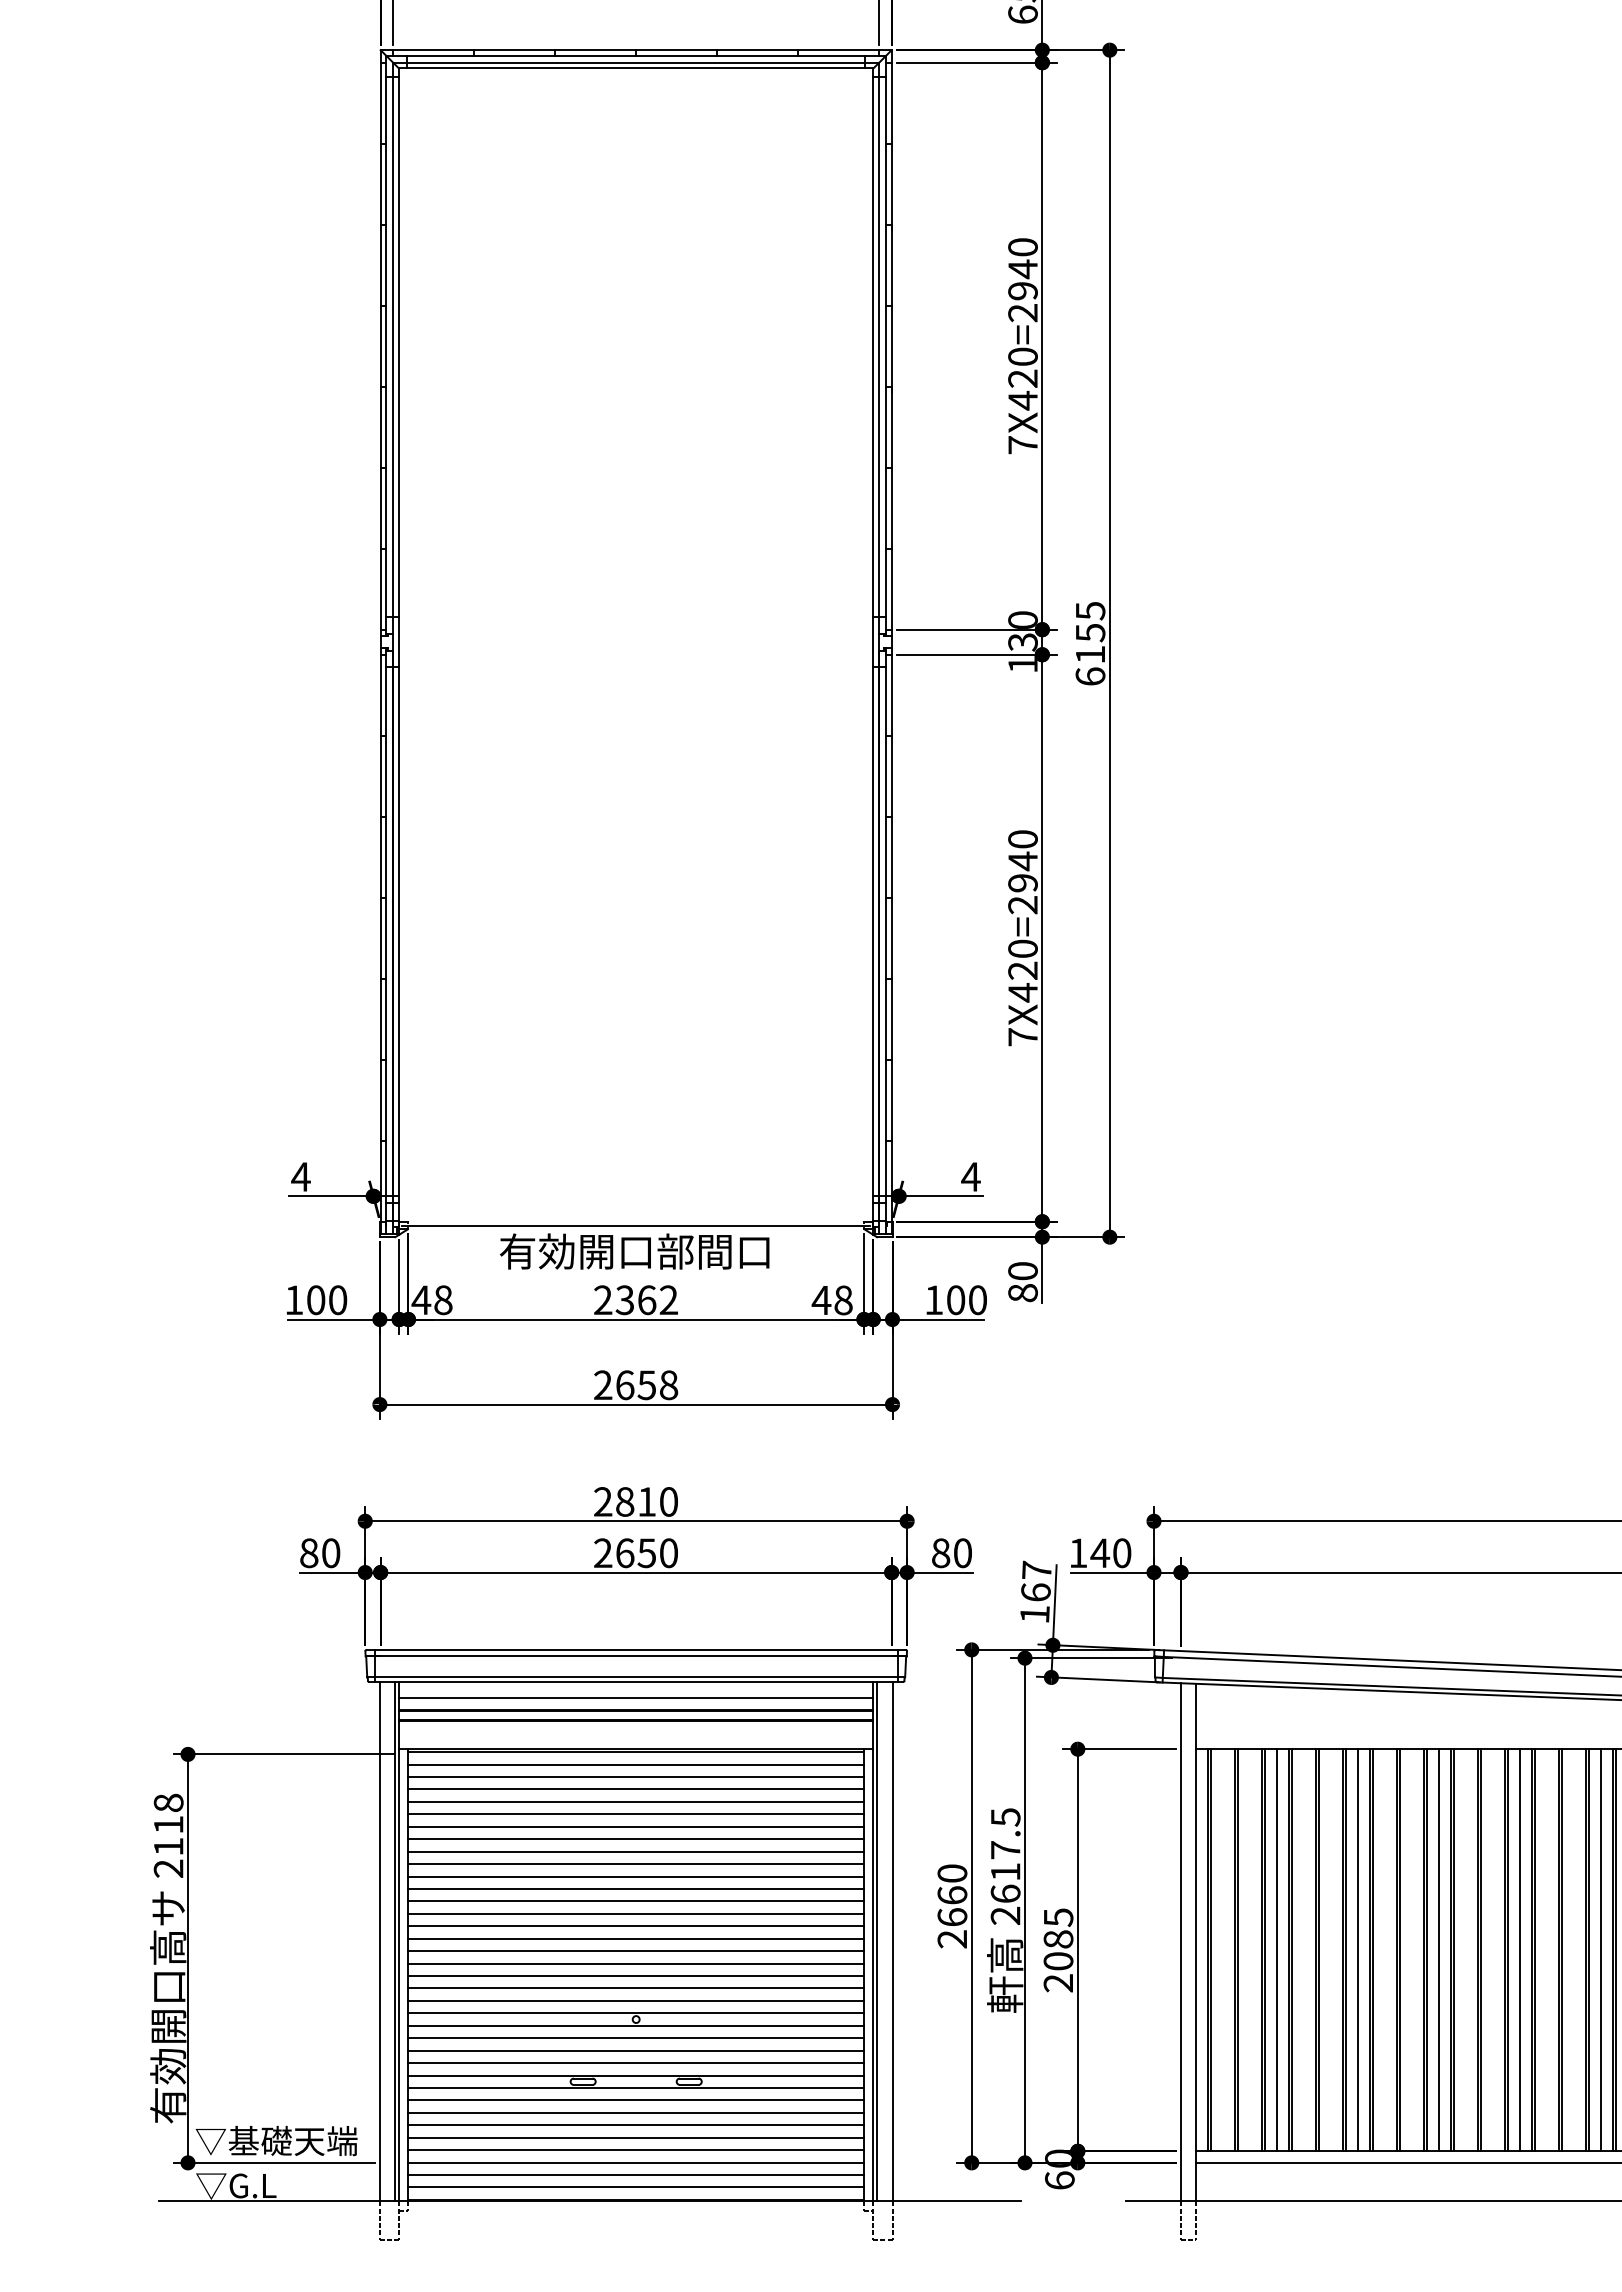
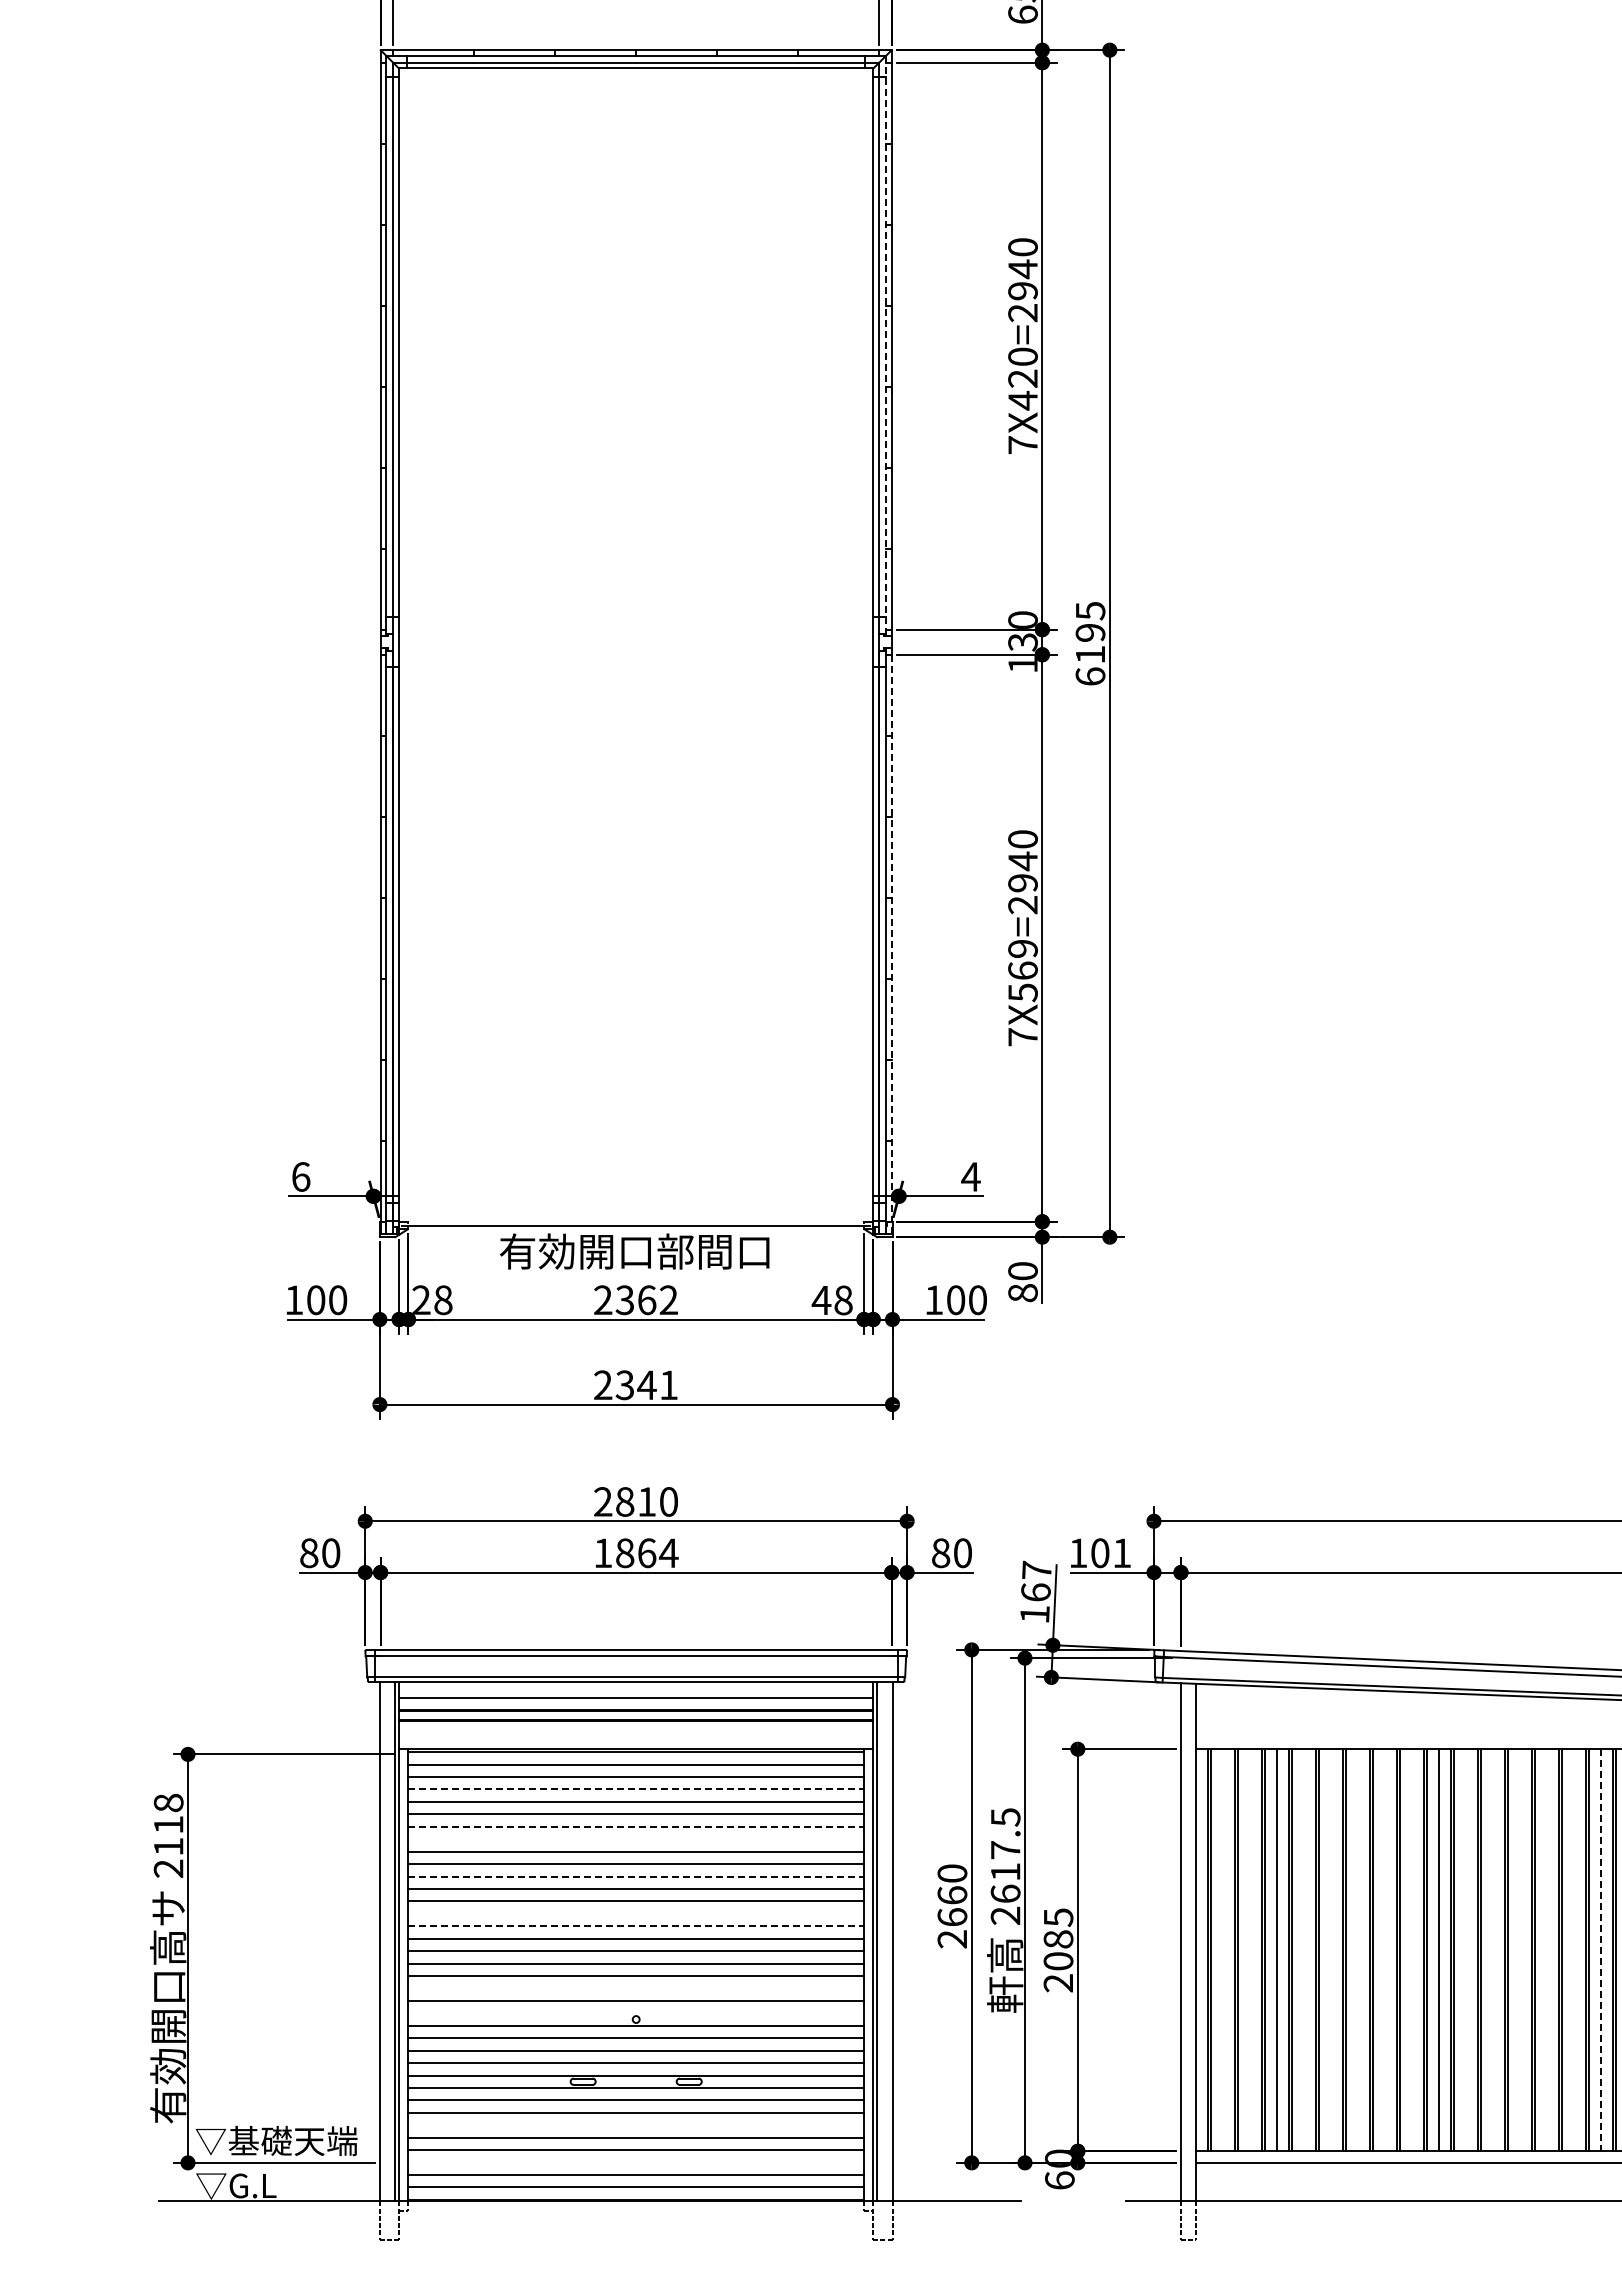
line at (886, 346): solid -> dashed
text at (1090, 633): 6155 -> 6195
line at (891, 944): solid -> dashed
text at (1022, 970): 7X420=2940 -> 7X569=2940
text at (300, 1176): 4 -> 6
text at (421, 1299): 48 -> 28
text at (646, 1385): 2658 -> 2341
text at (636, 1553): 2650 -> 1864
text at (1110, 1553): 140 -> 101
line at (636, 1789): solid -> dashed
line at (636, 1826): solid -> dashed
line at (635, 1839): present -> none
line at (636, 1876): solid -> dashed
line at (635, 1913): present -> none
line at (636, 1926): solid -> dashed
line at (1358, 1950): present -> none
line at (1520, 1950): present -> none
line at (1601, 1950): solid -> dashed
line at (635, 1988): present -> none
line at (635, 2013): present -> none
line at (635, 2125): present -> none
line at (635, 2162): present -> none
